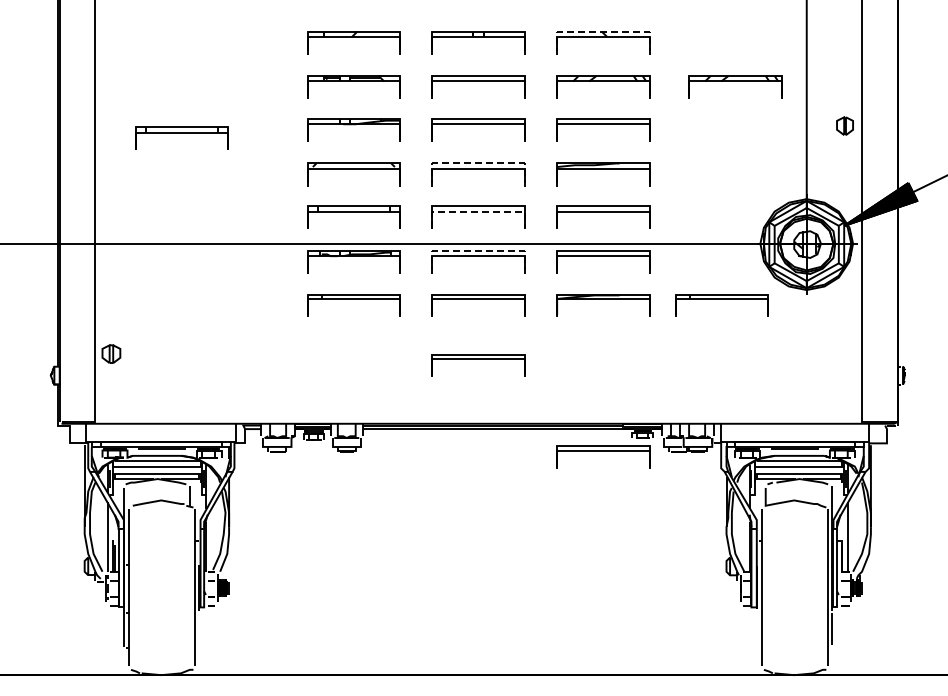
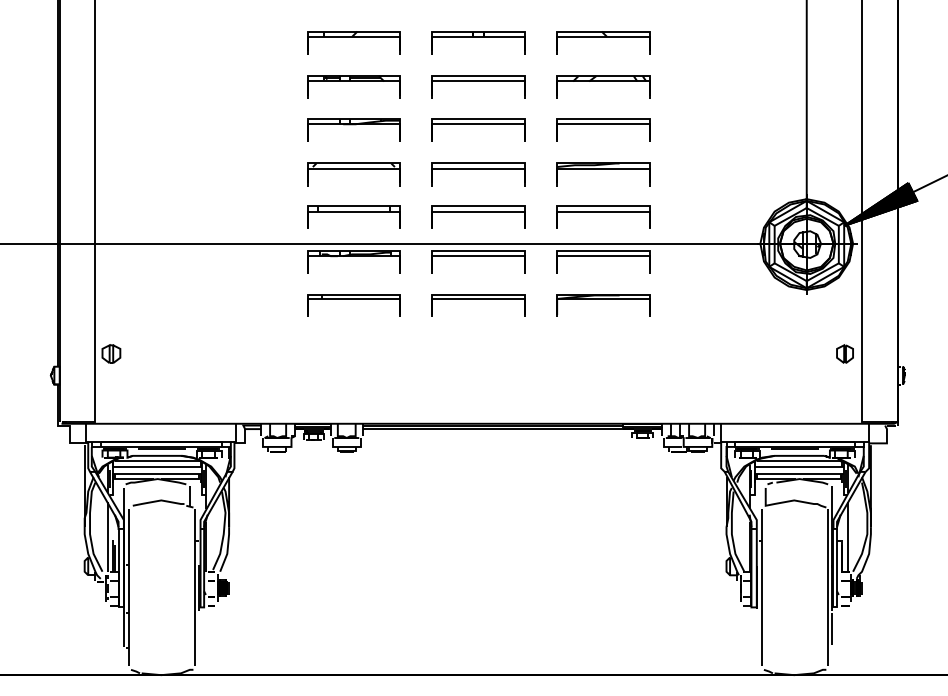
line at (602, 31): dashed -> solid
part at (735, 86): present -> none
part at (844, 125) position: (844, 125) -> (844, 353)
part at (181, 137): present -> none
line at (479, 163): dashed -> solid
line at (479, 211): dashed -> solid
line at (479, 250): dashed -> solid
part at (721, 305): present -> none
part at (478, 365): present -> none
part at (603, 456): present -> none
